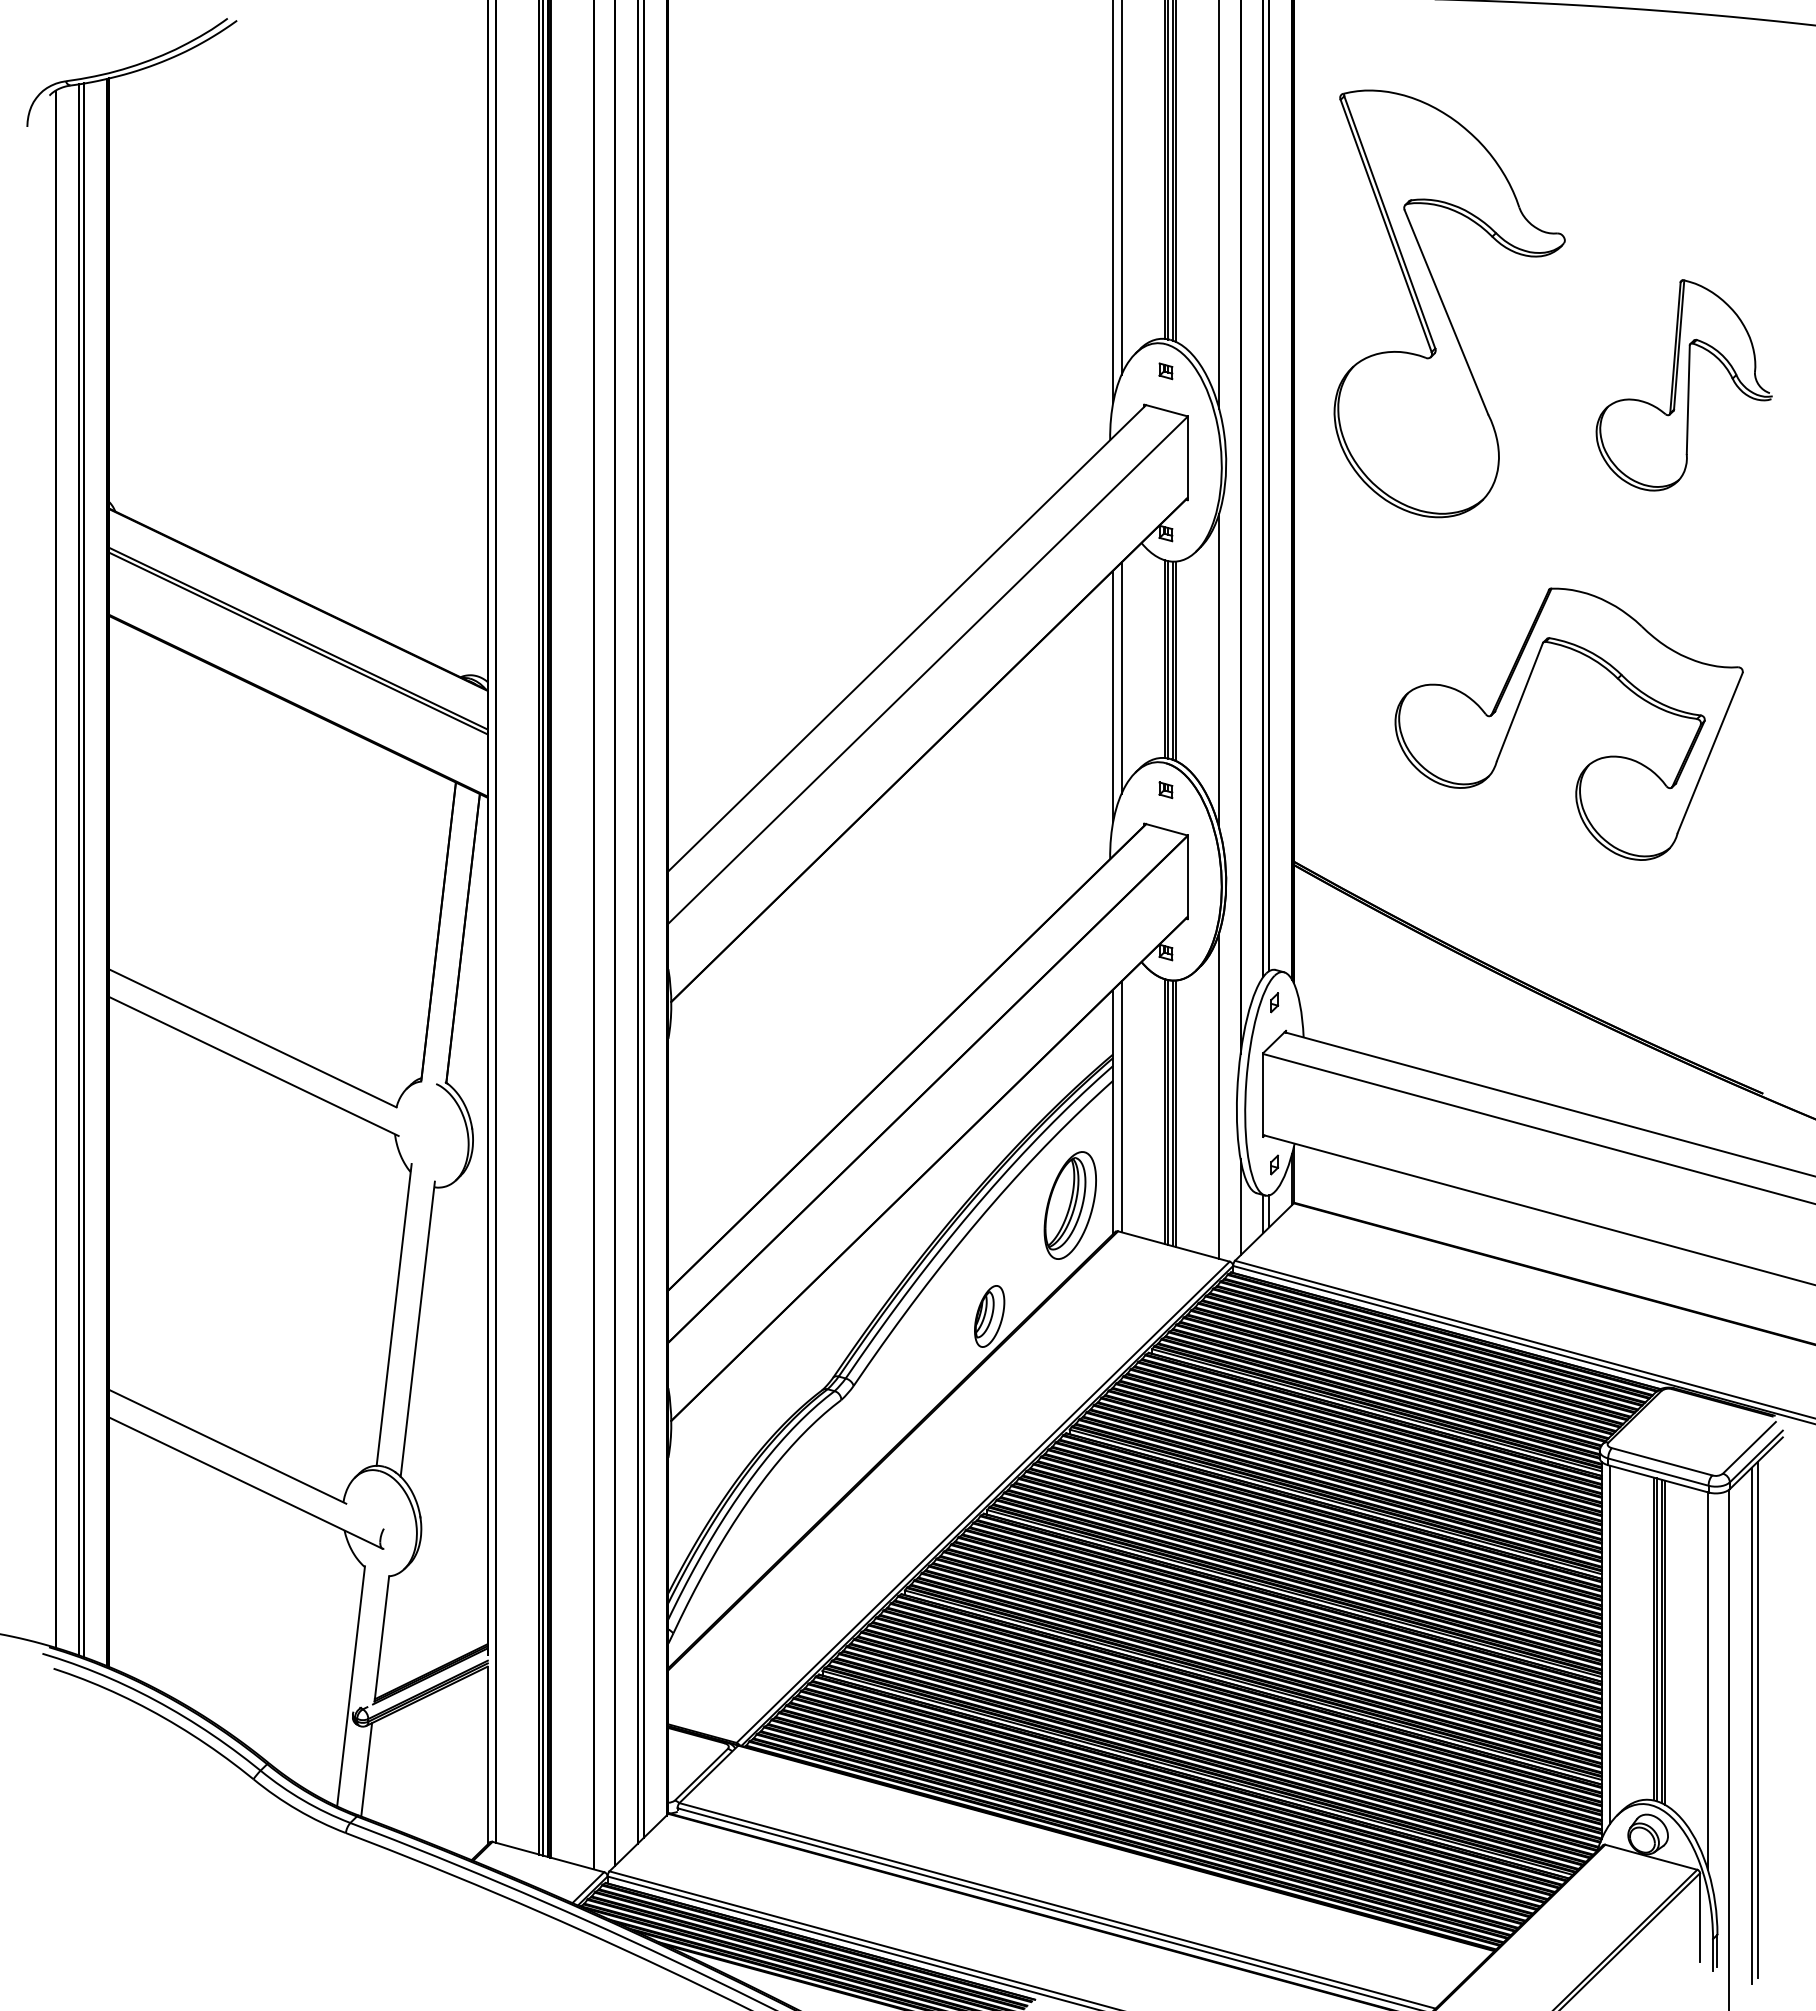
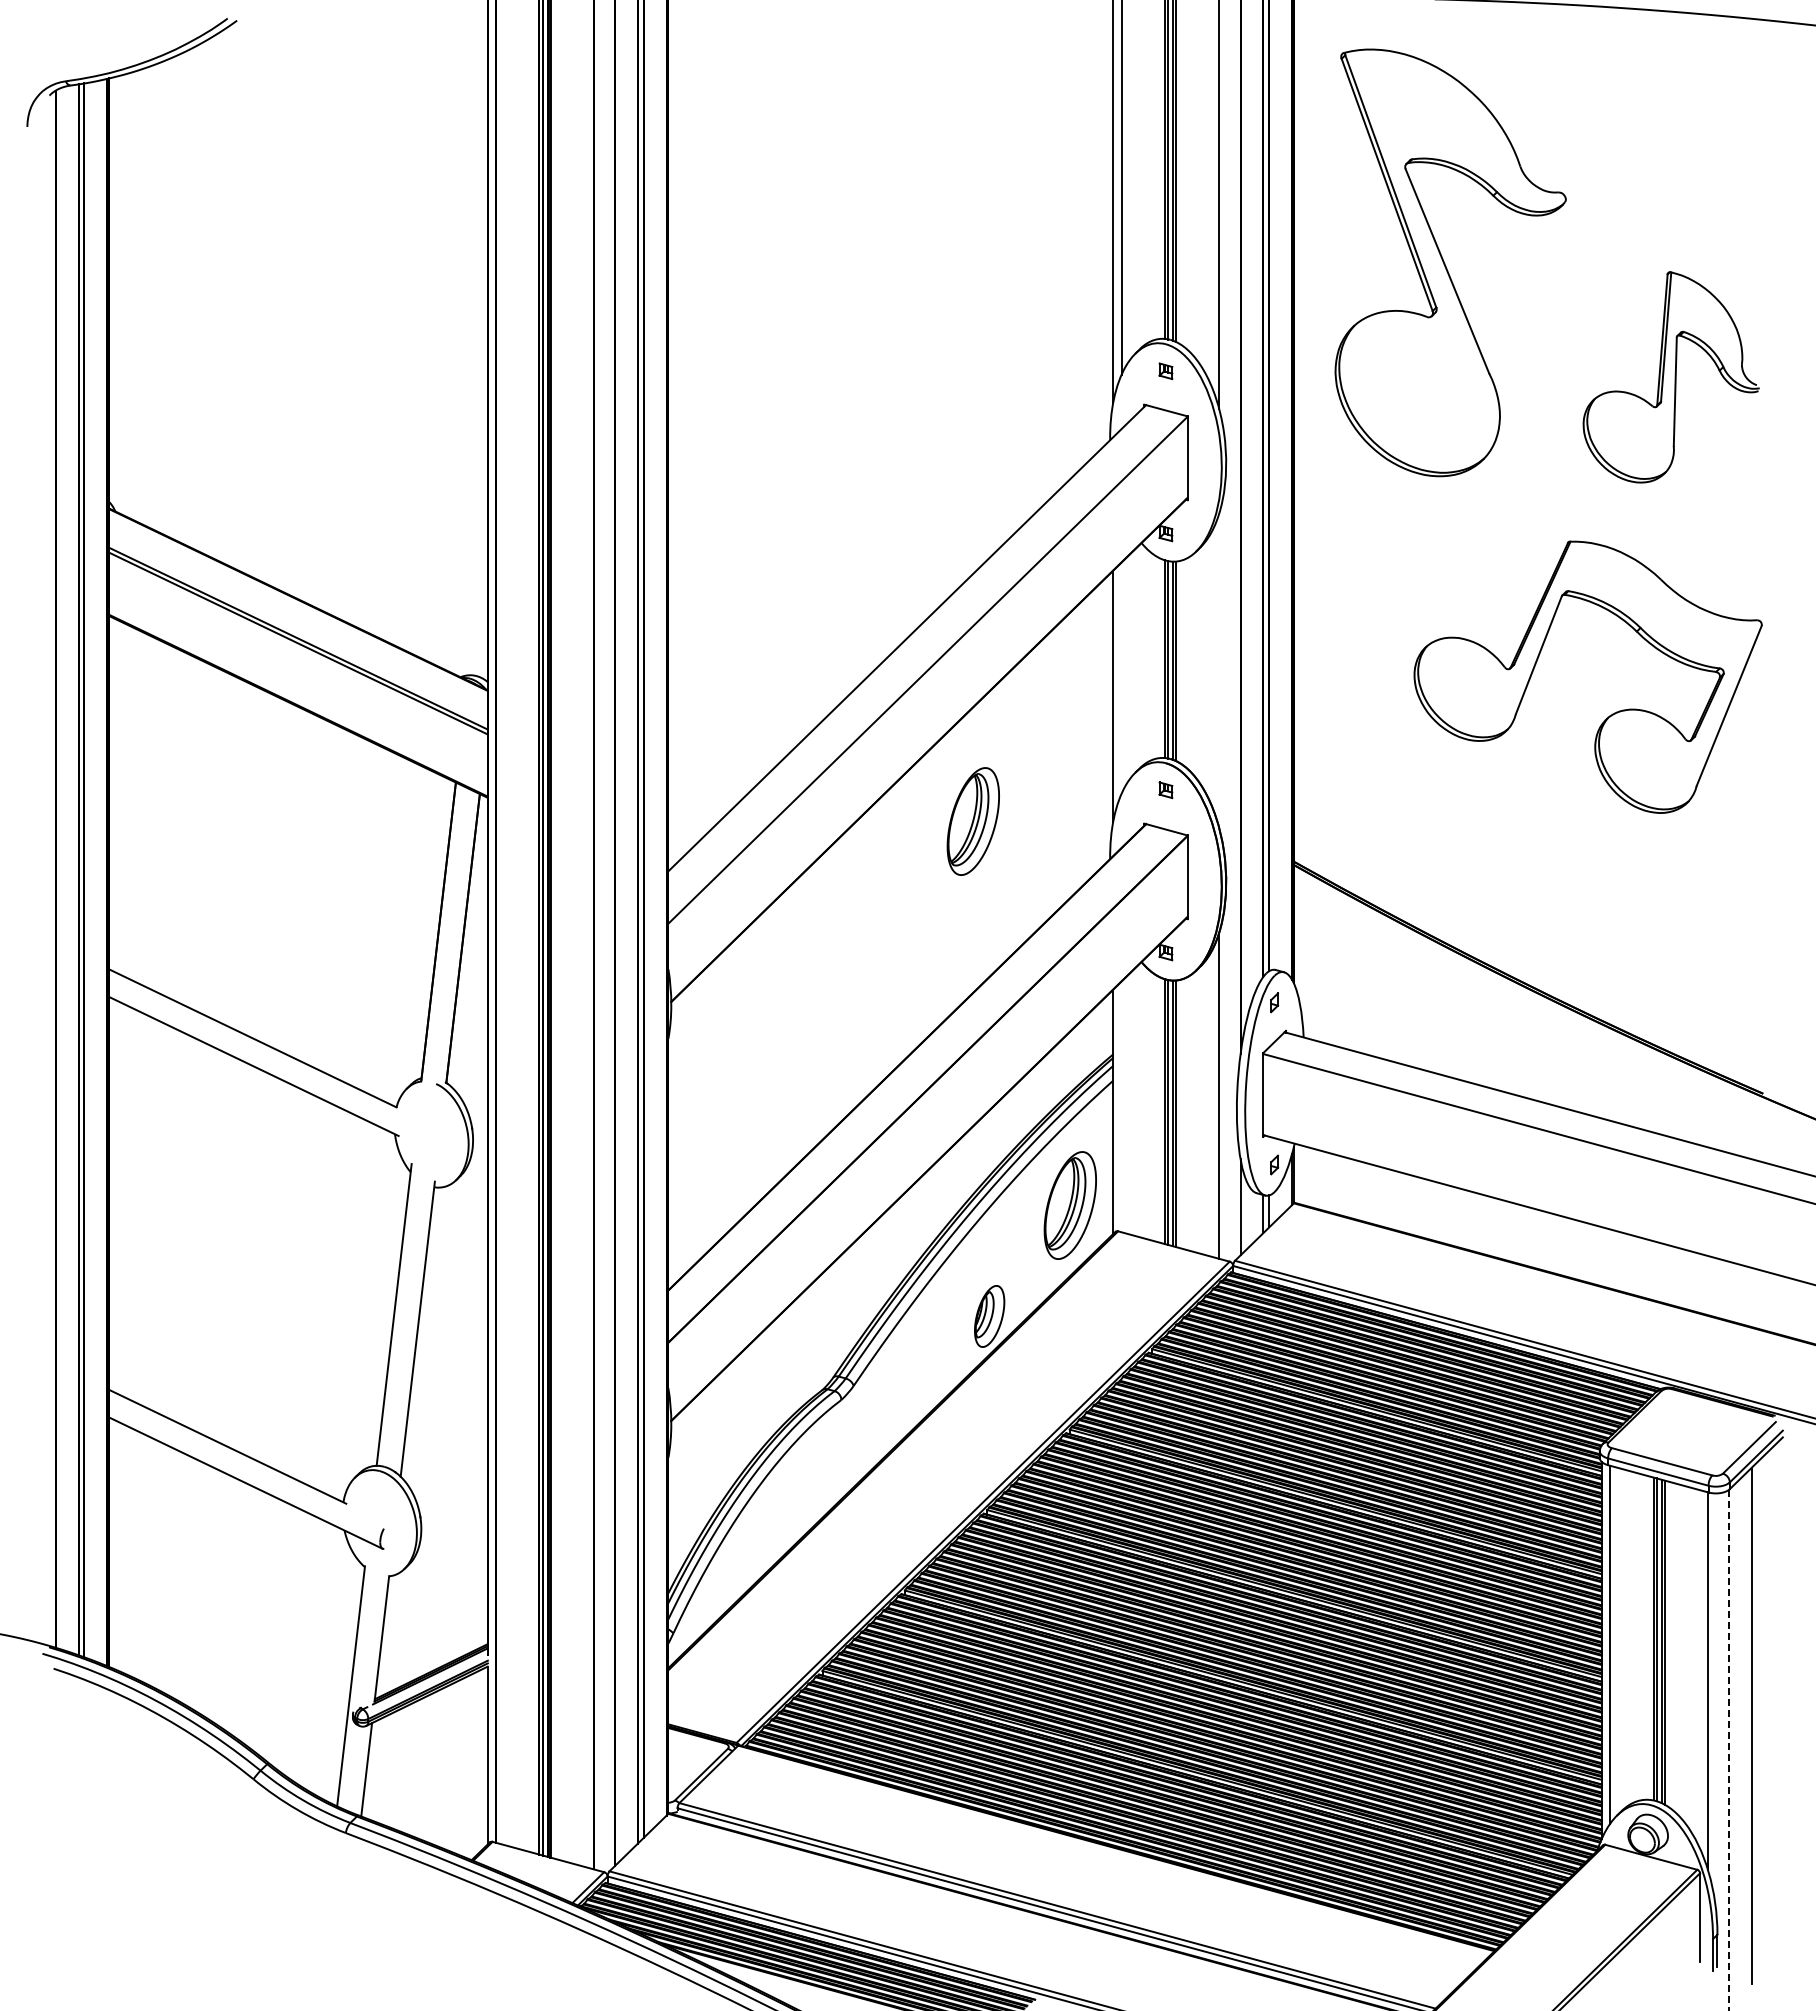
part at (1449, 303) position: (1449, 303) -> (1450, 262)
part at (1683, 385) position: (1683, 385) -> (1670, 377)
line at (1219, 670): present -> none
line at (1121, 677): present -> none
part at (1593, 760) position: (1593, 760) -> (1612, 713)
part at (972, 821): none -> present
line at (1121, 1106): present -> none
line at (1757, 1719): present -> none
line at (1729, 1750): solid -> dashed
